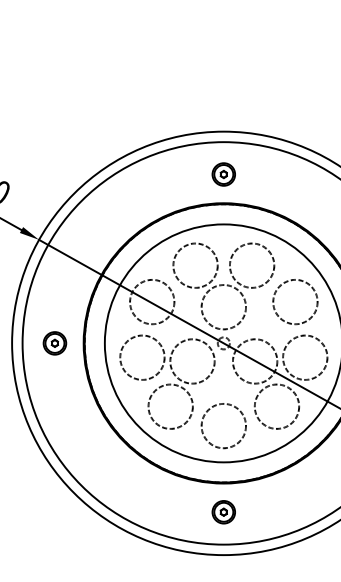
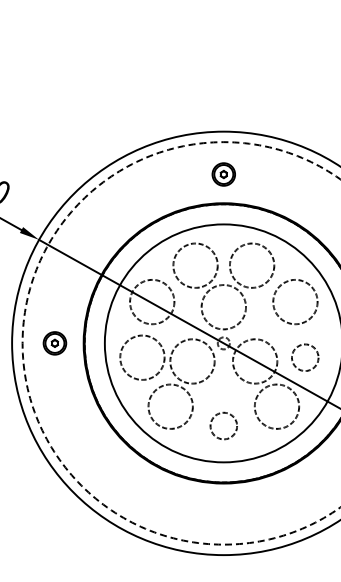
circle at (181, 343): solid -> dashed
circle at (305, 357) diameter: 44 px -> 27 px
circle at (223, 425) diameter: 44 px -> 27 px
part at (223, 512): present -> none
